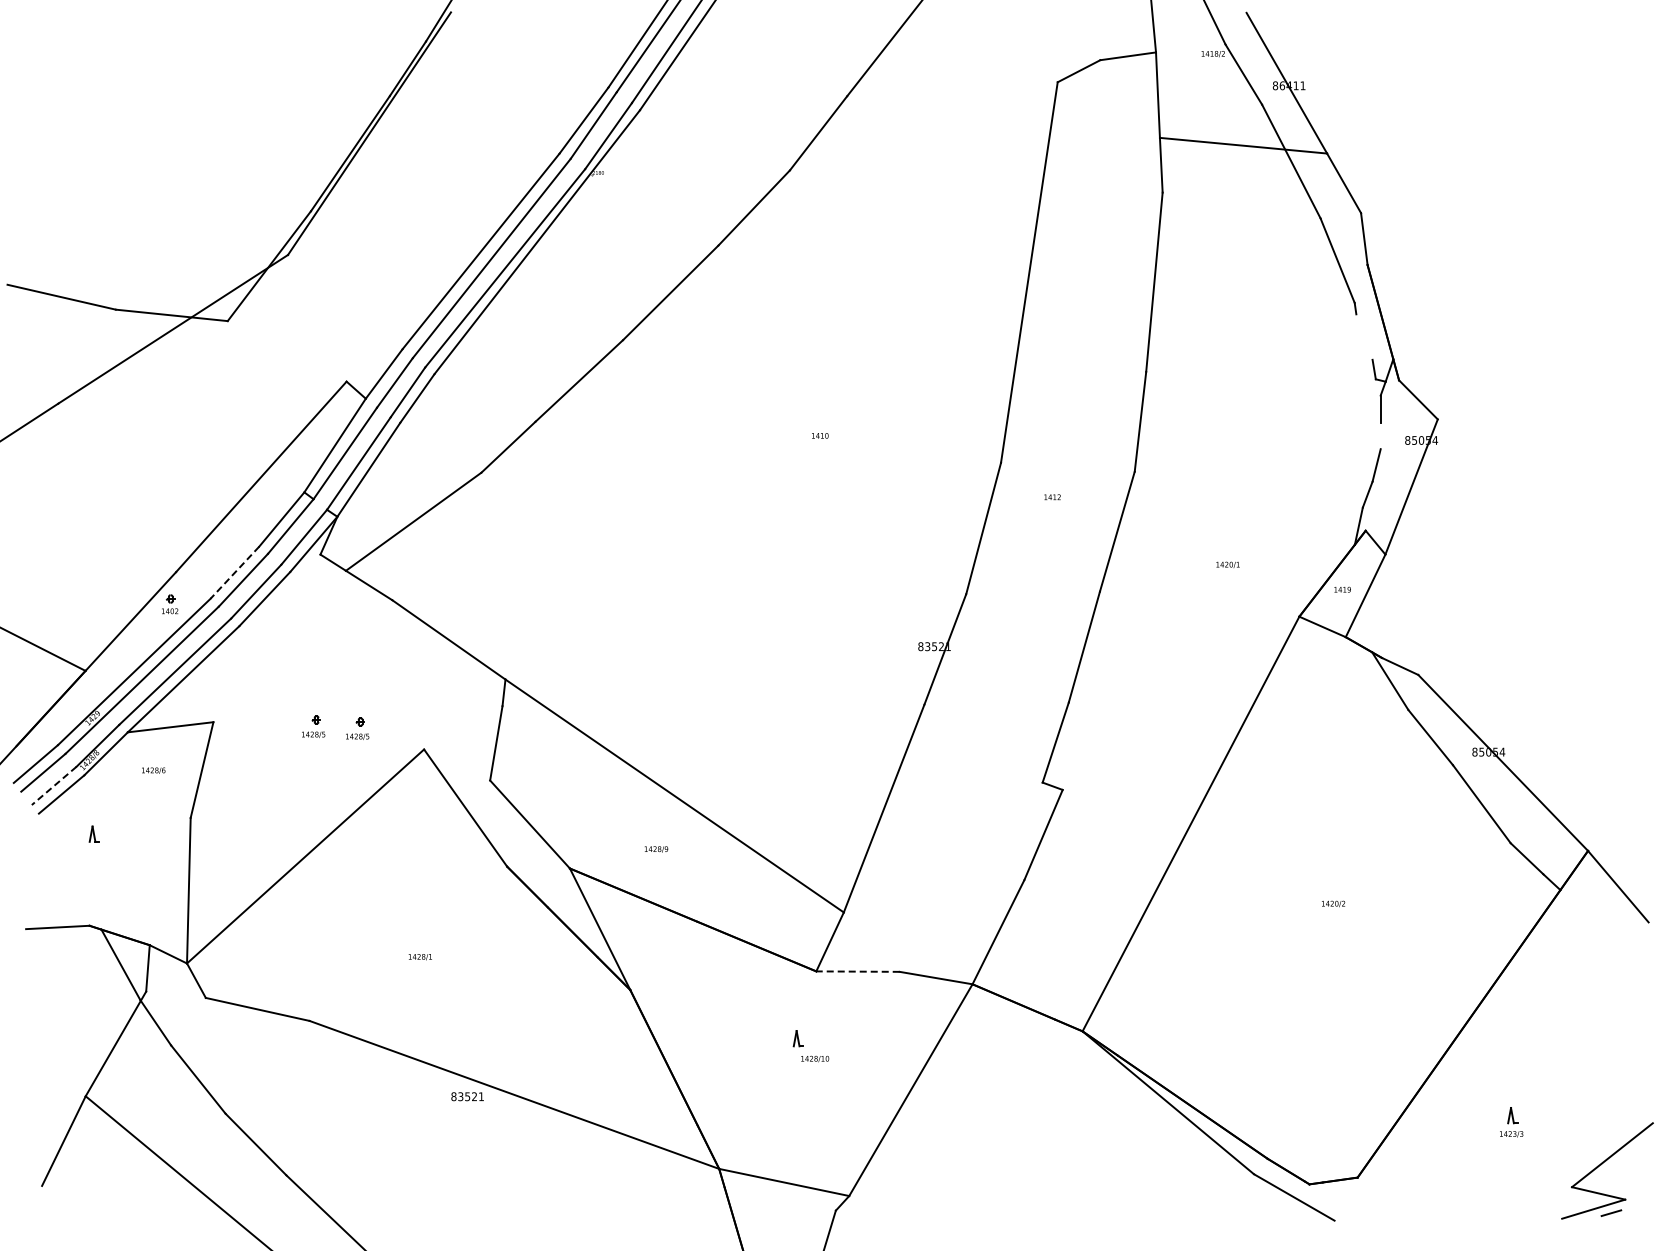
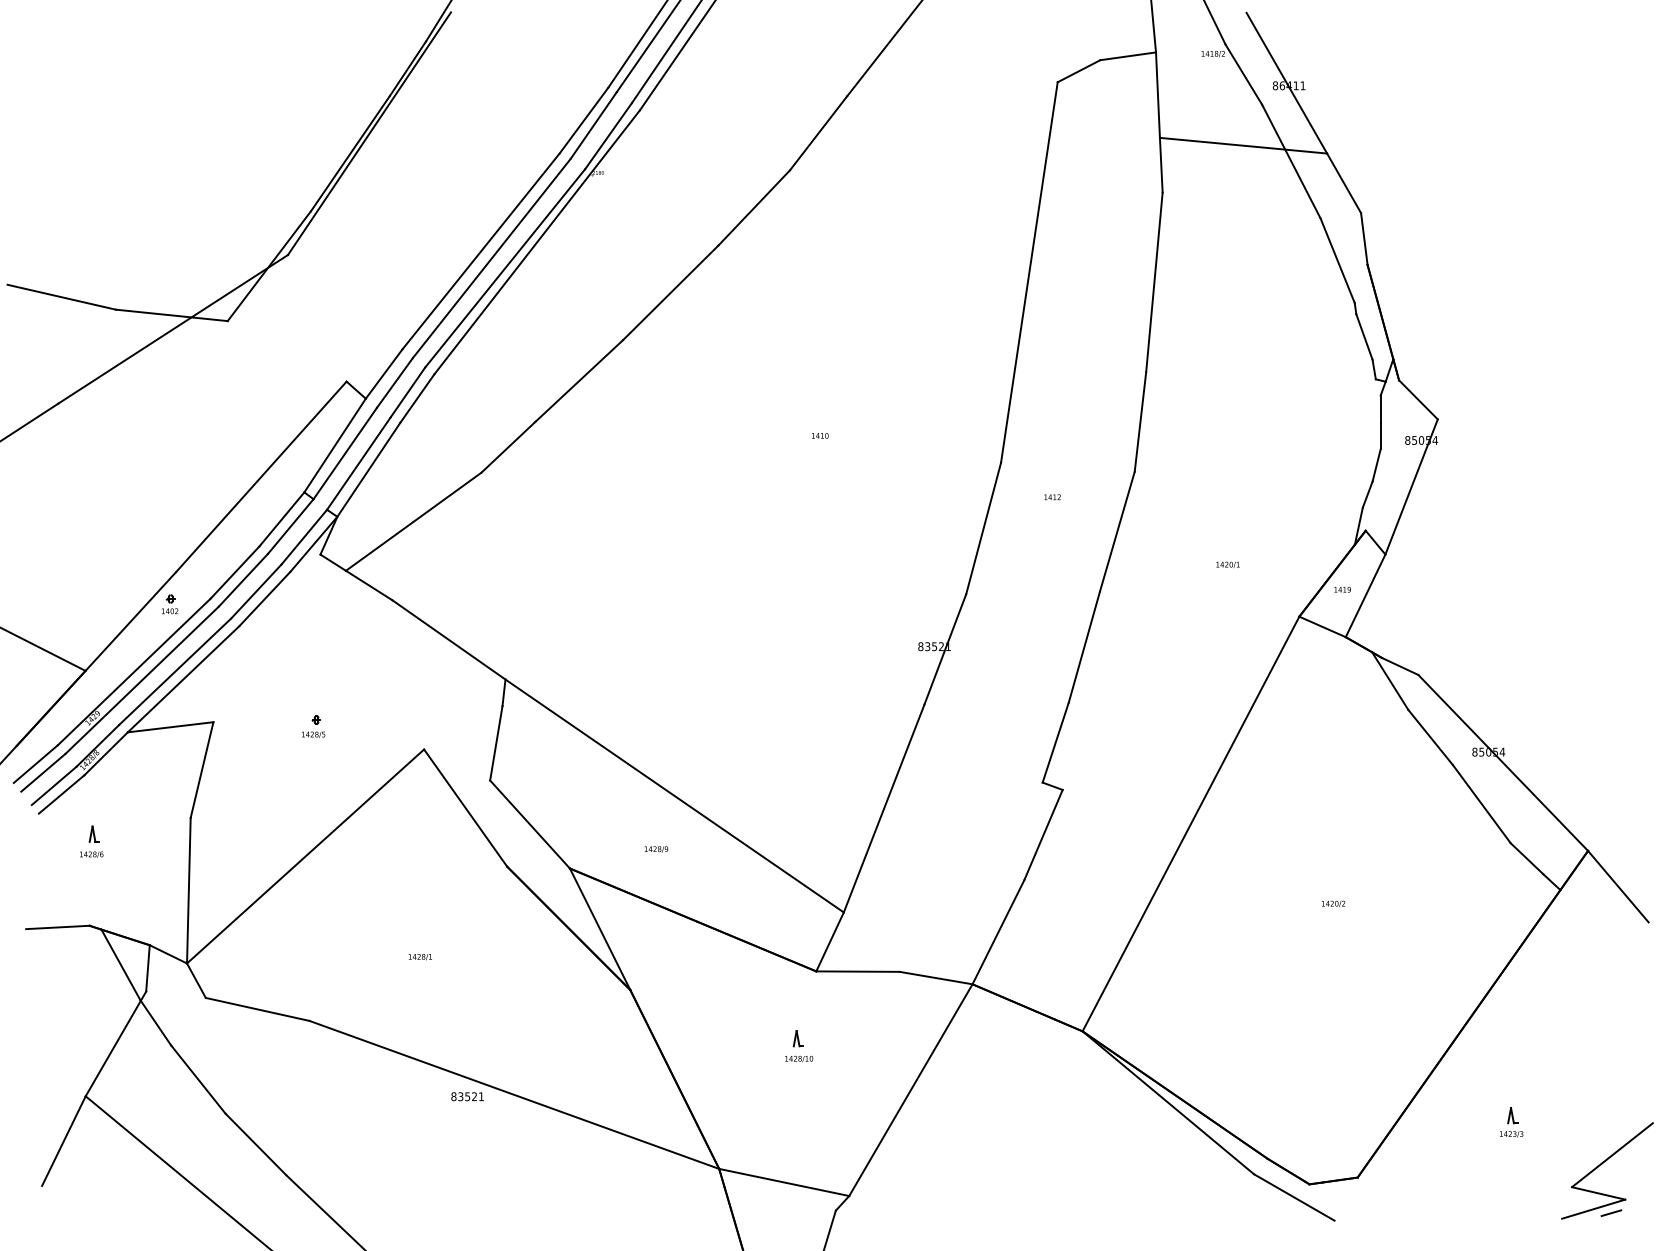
line at (1364, 336): none -> present
line at (1380, 436): none -> present
line at (234, 572): dashed -> solid
part at (357, 728): present -> none
text at (153, 770) position: (153, 770) -> (91, 854)
line at (53, 786): dashed -> solid
line at (858, 971): dashed -> solid
text at (815, 1058) position: (815, 1058) -> (799, 1058)
